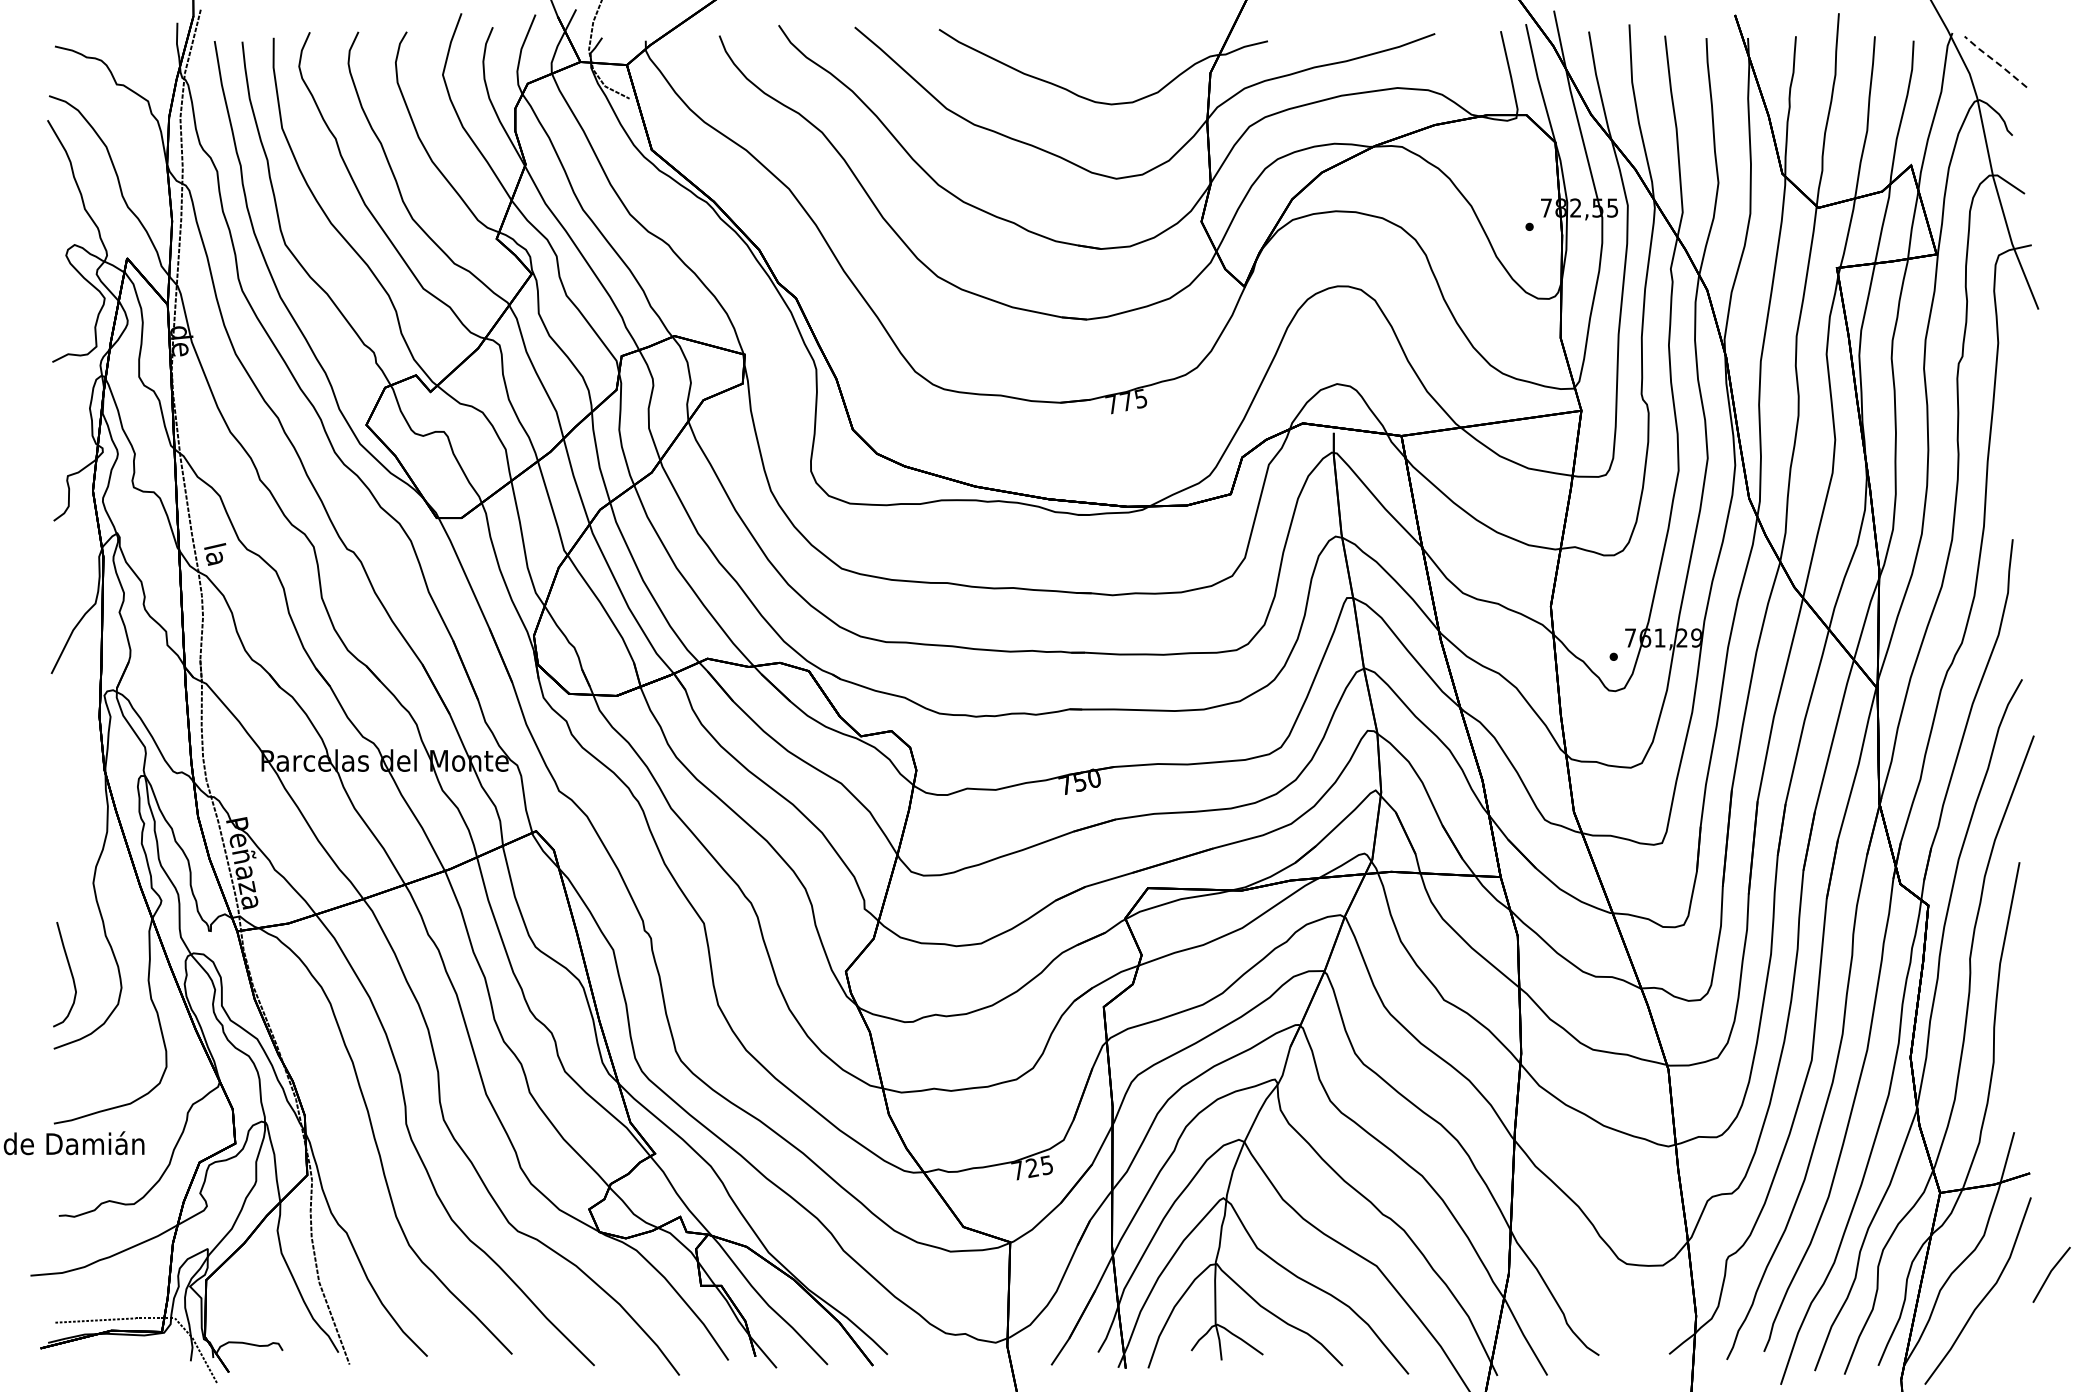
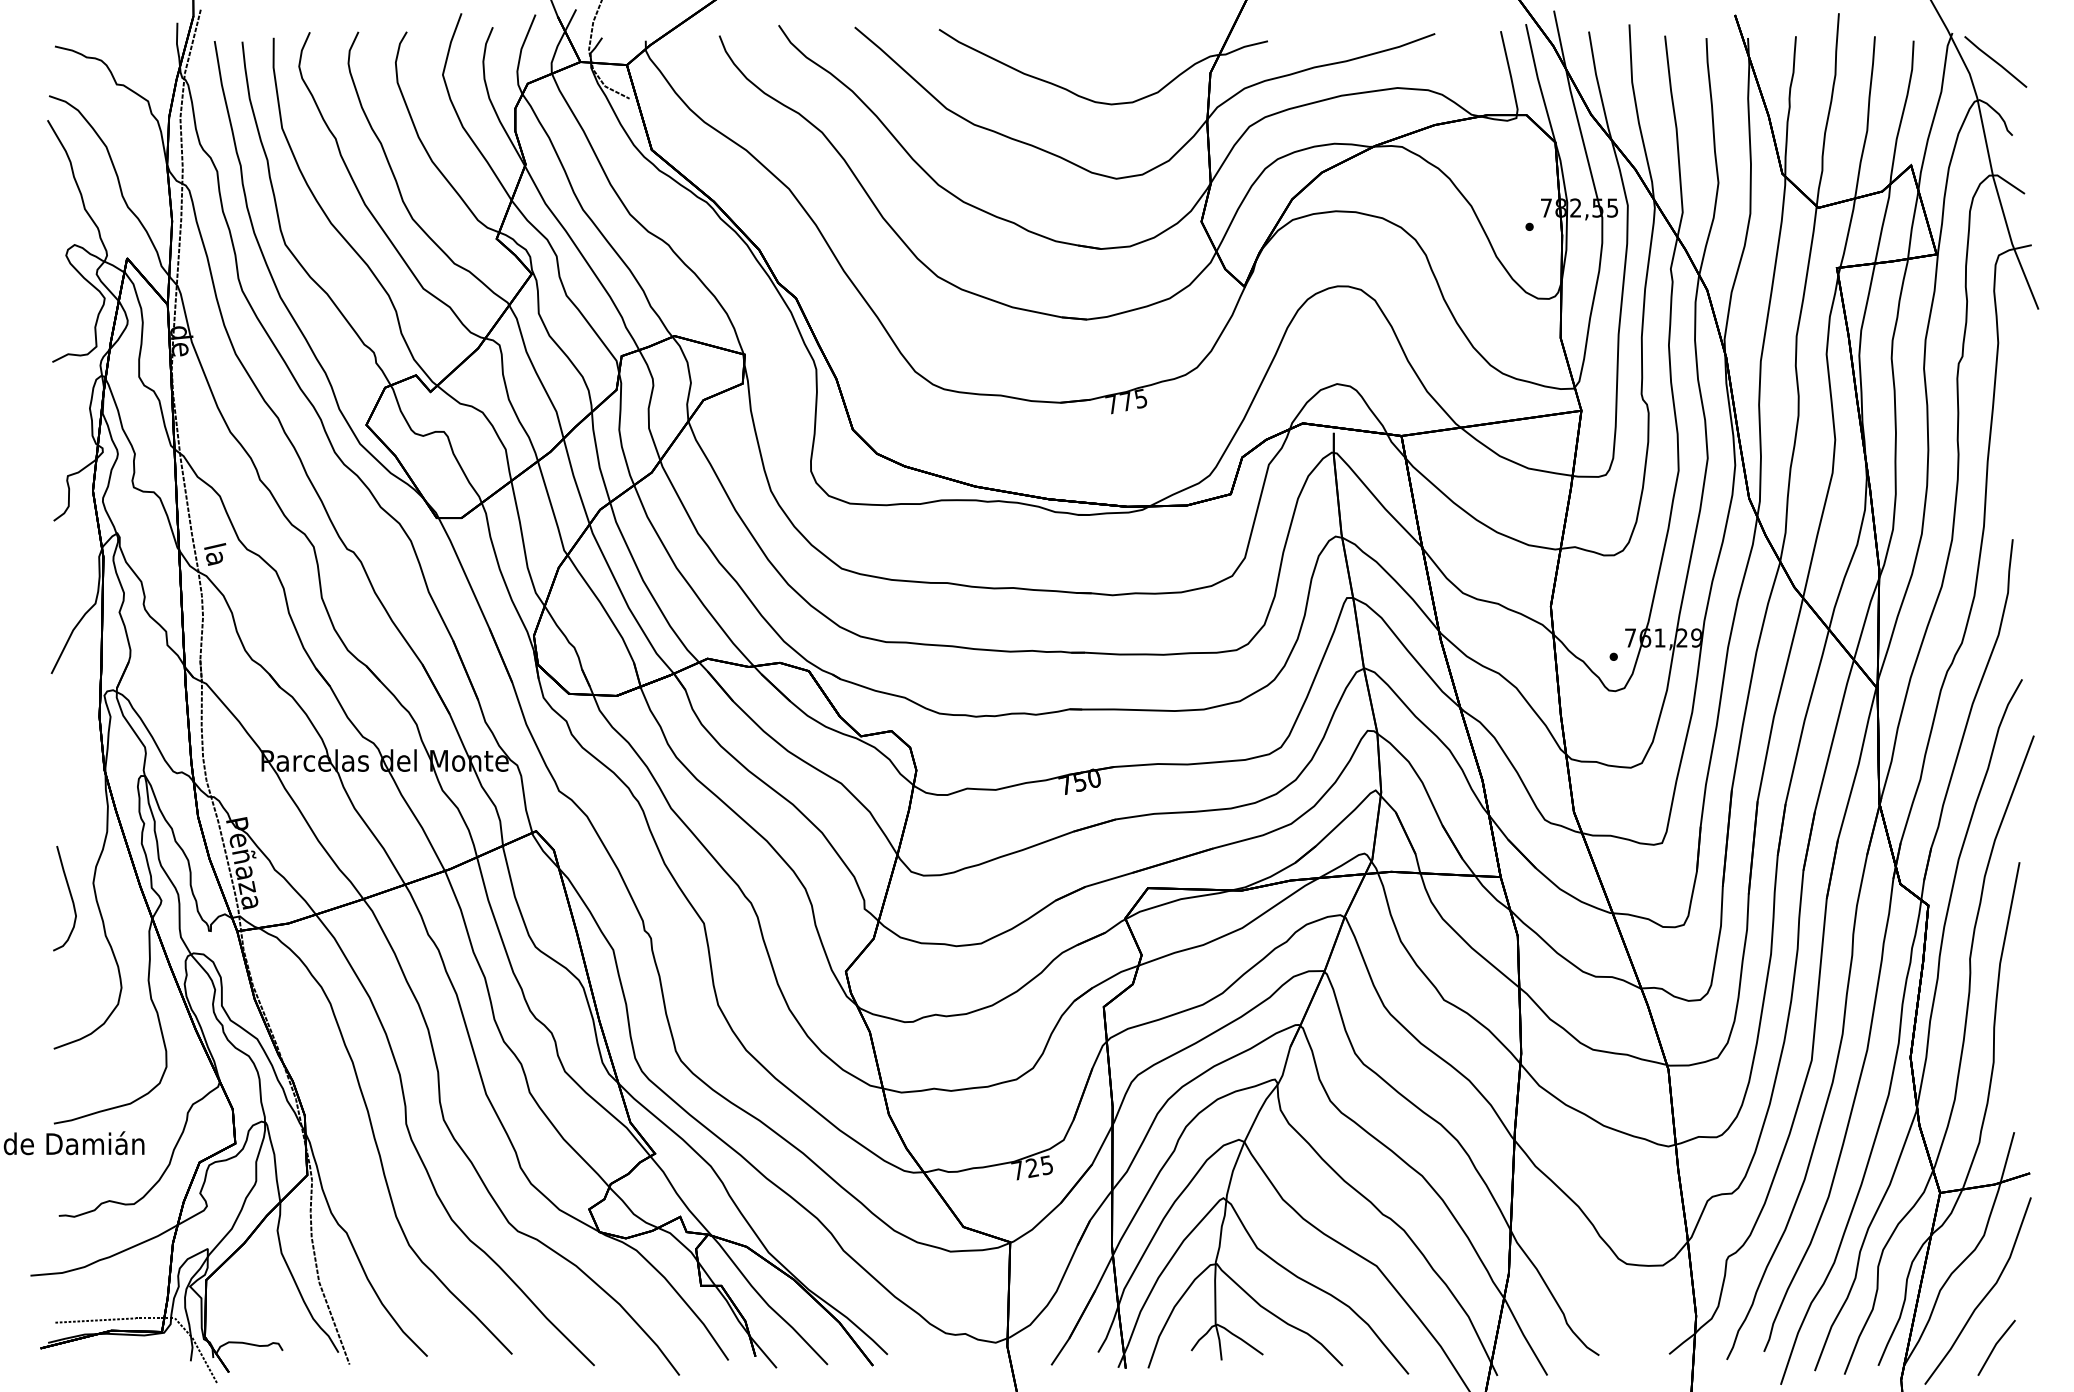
line at (1996, 62): dashed -> solid
curve at (70, 973) position: (70, 973) -> (70, 897)
line at (2050, 1274) position: (2050, 1274) -> (1995, 1347)
